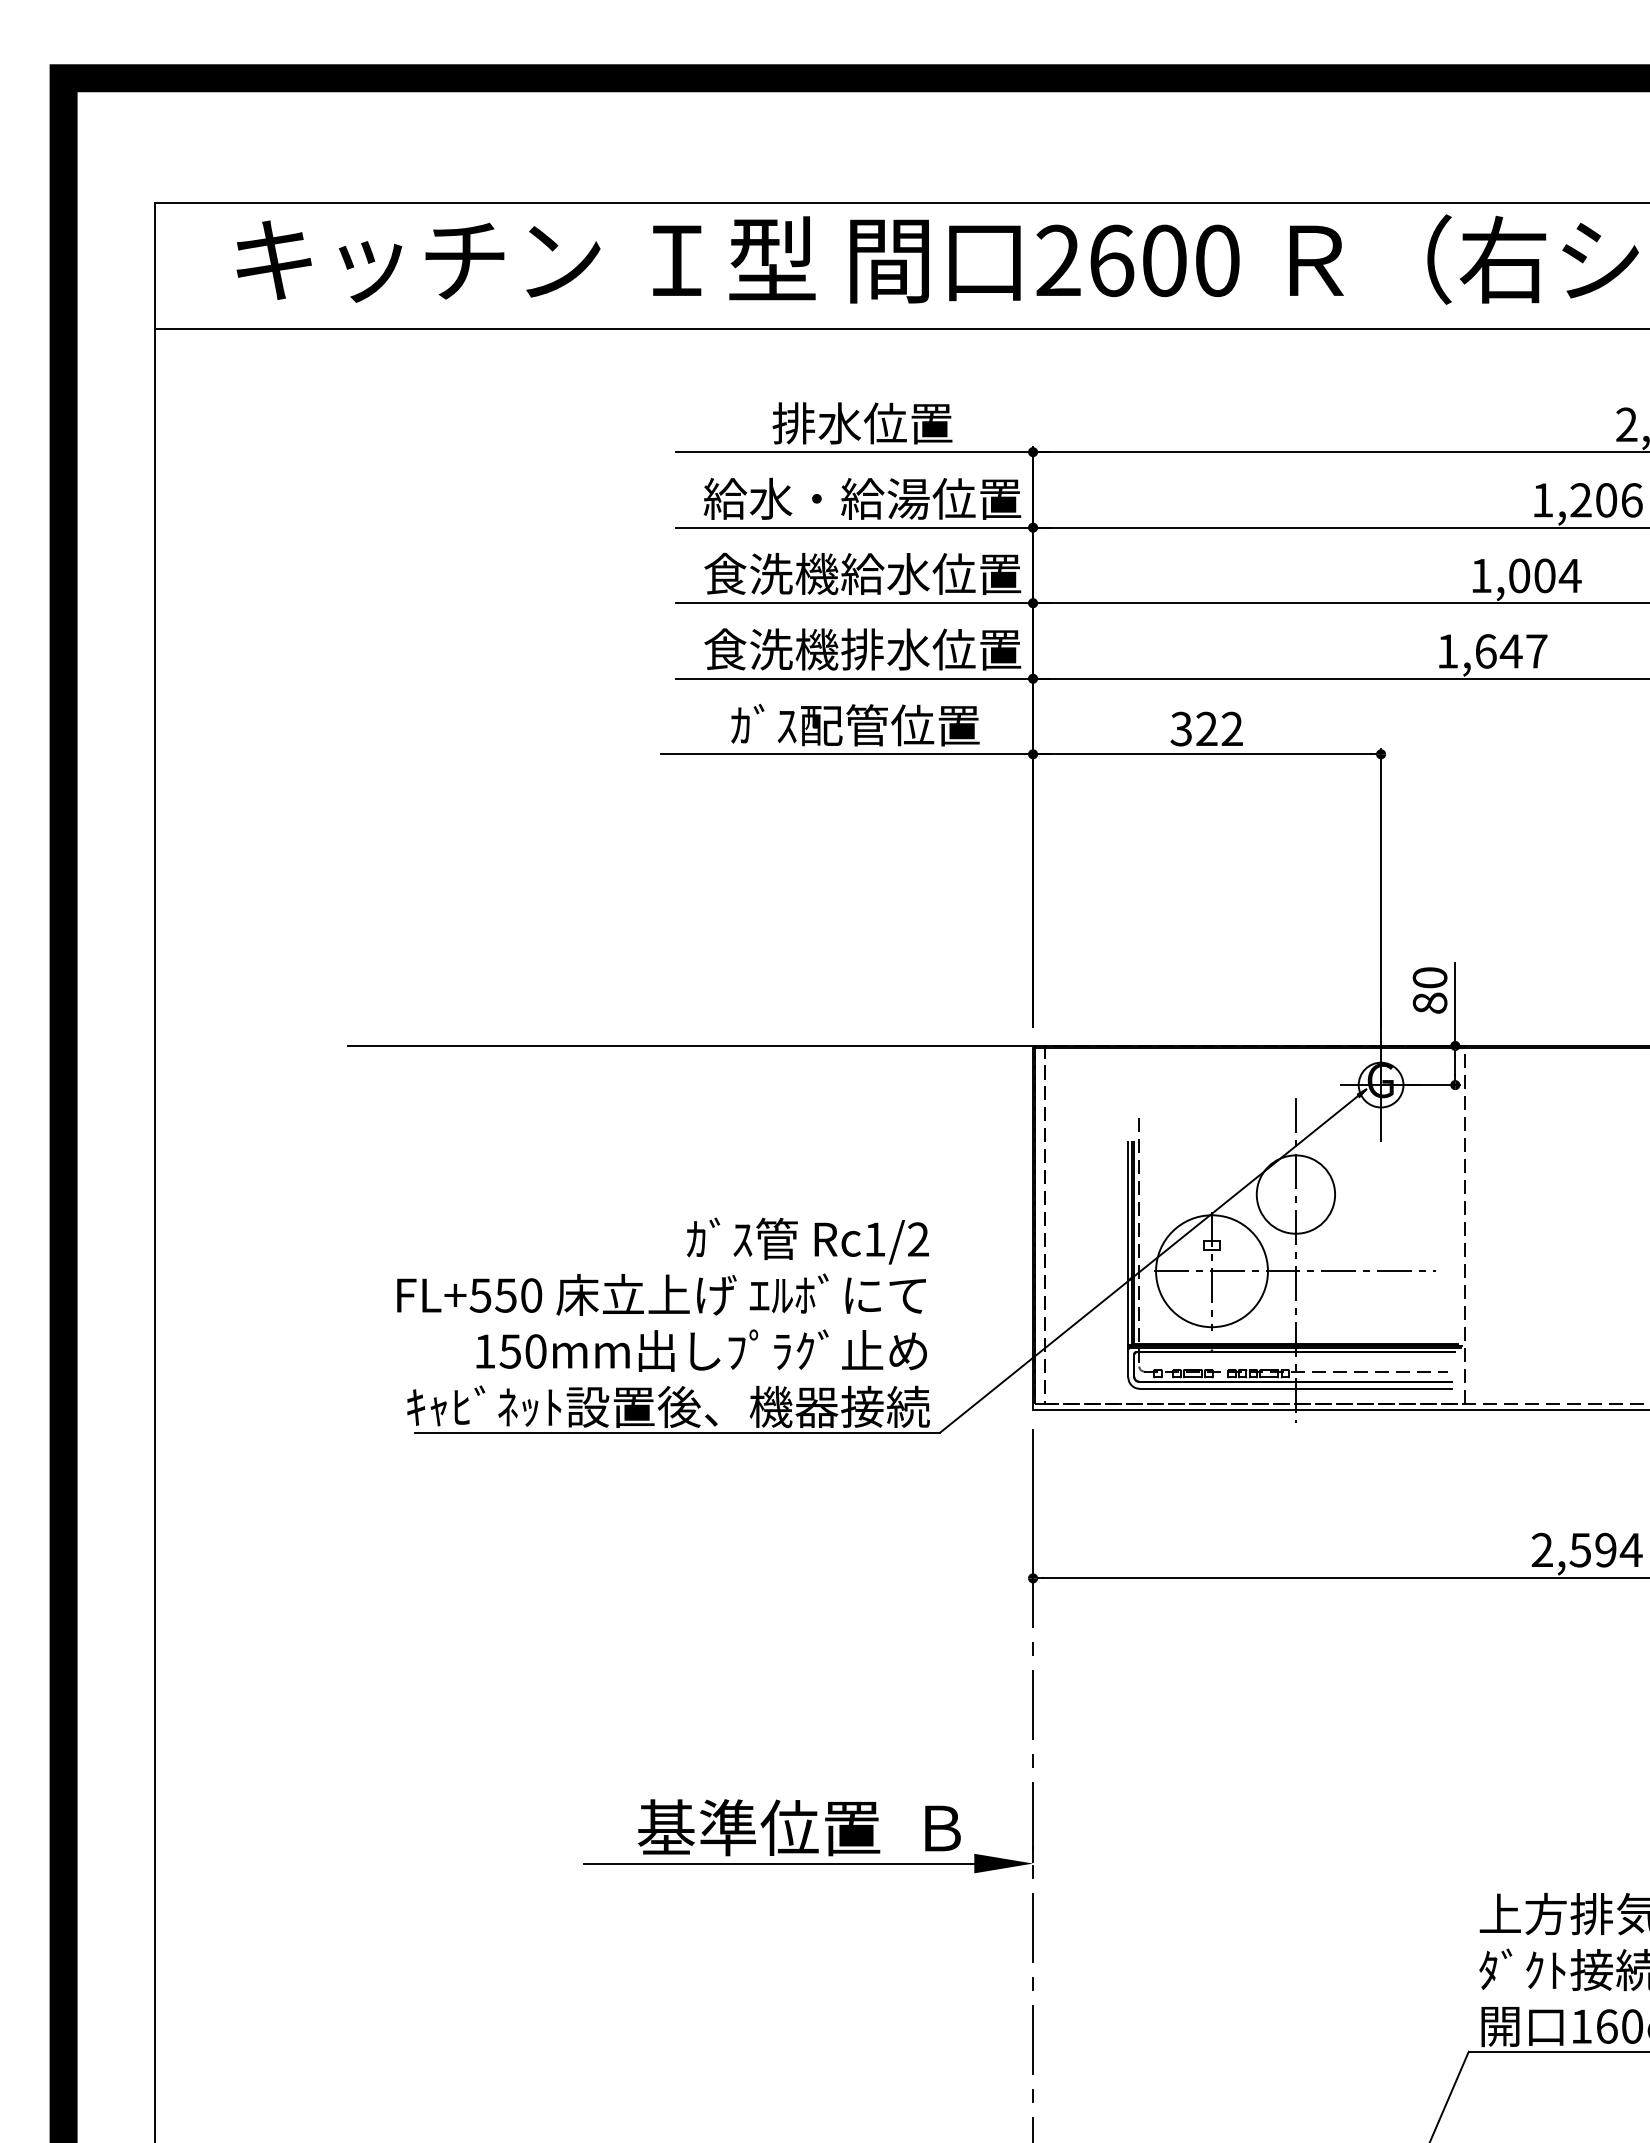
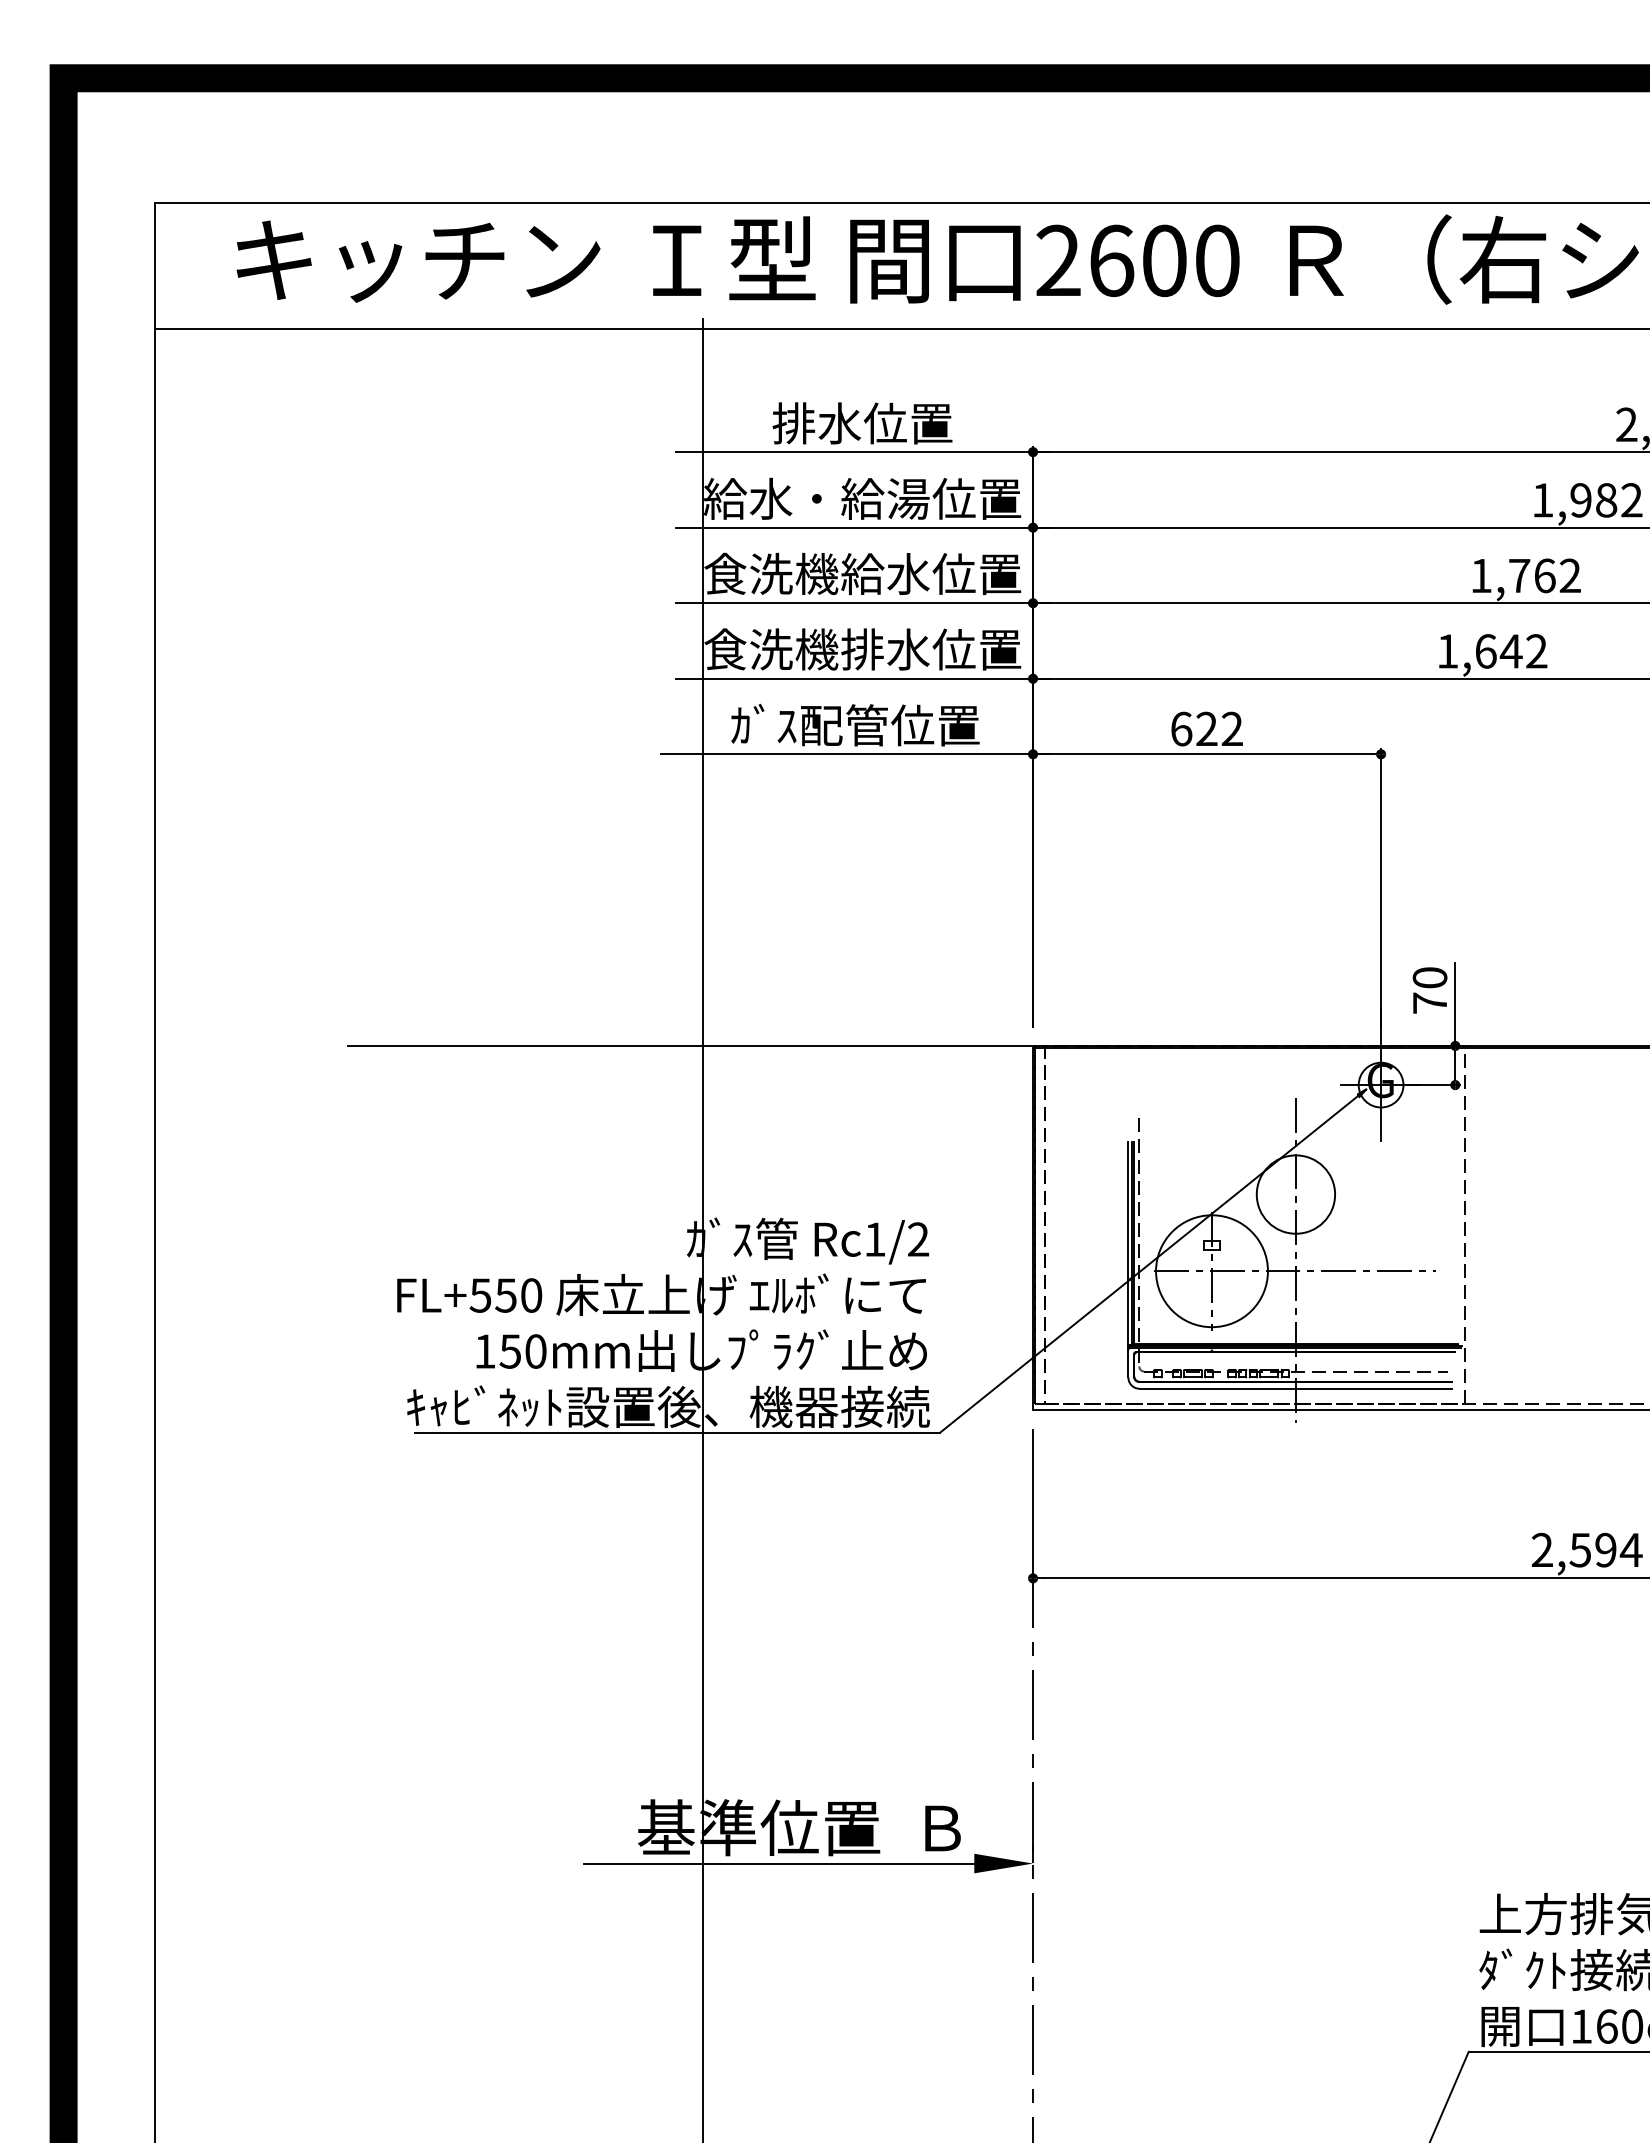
text at (1606, 500): 1,206 -> 1,982
text at (1545, 575): 1,004 -> 1,762
text at (1536, 651): 1,647 -> 1,642
text at (1181, 728): 322 -> 622
text at (1429, 1002): 80 -> 70
line at (703, 1229): none -> present
